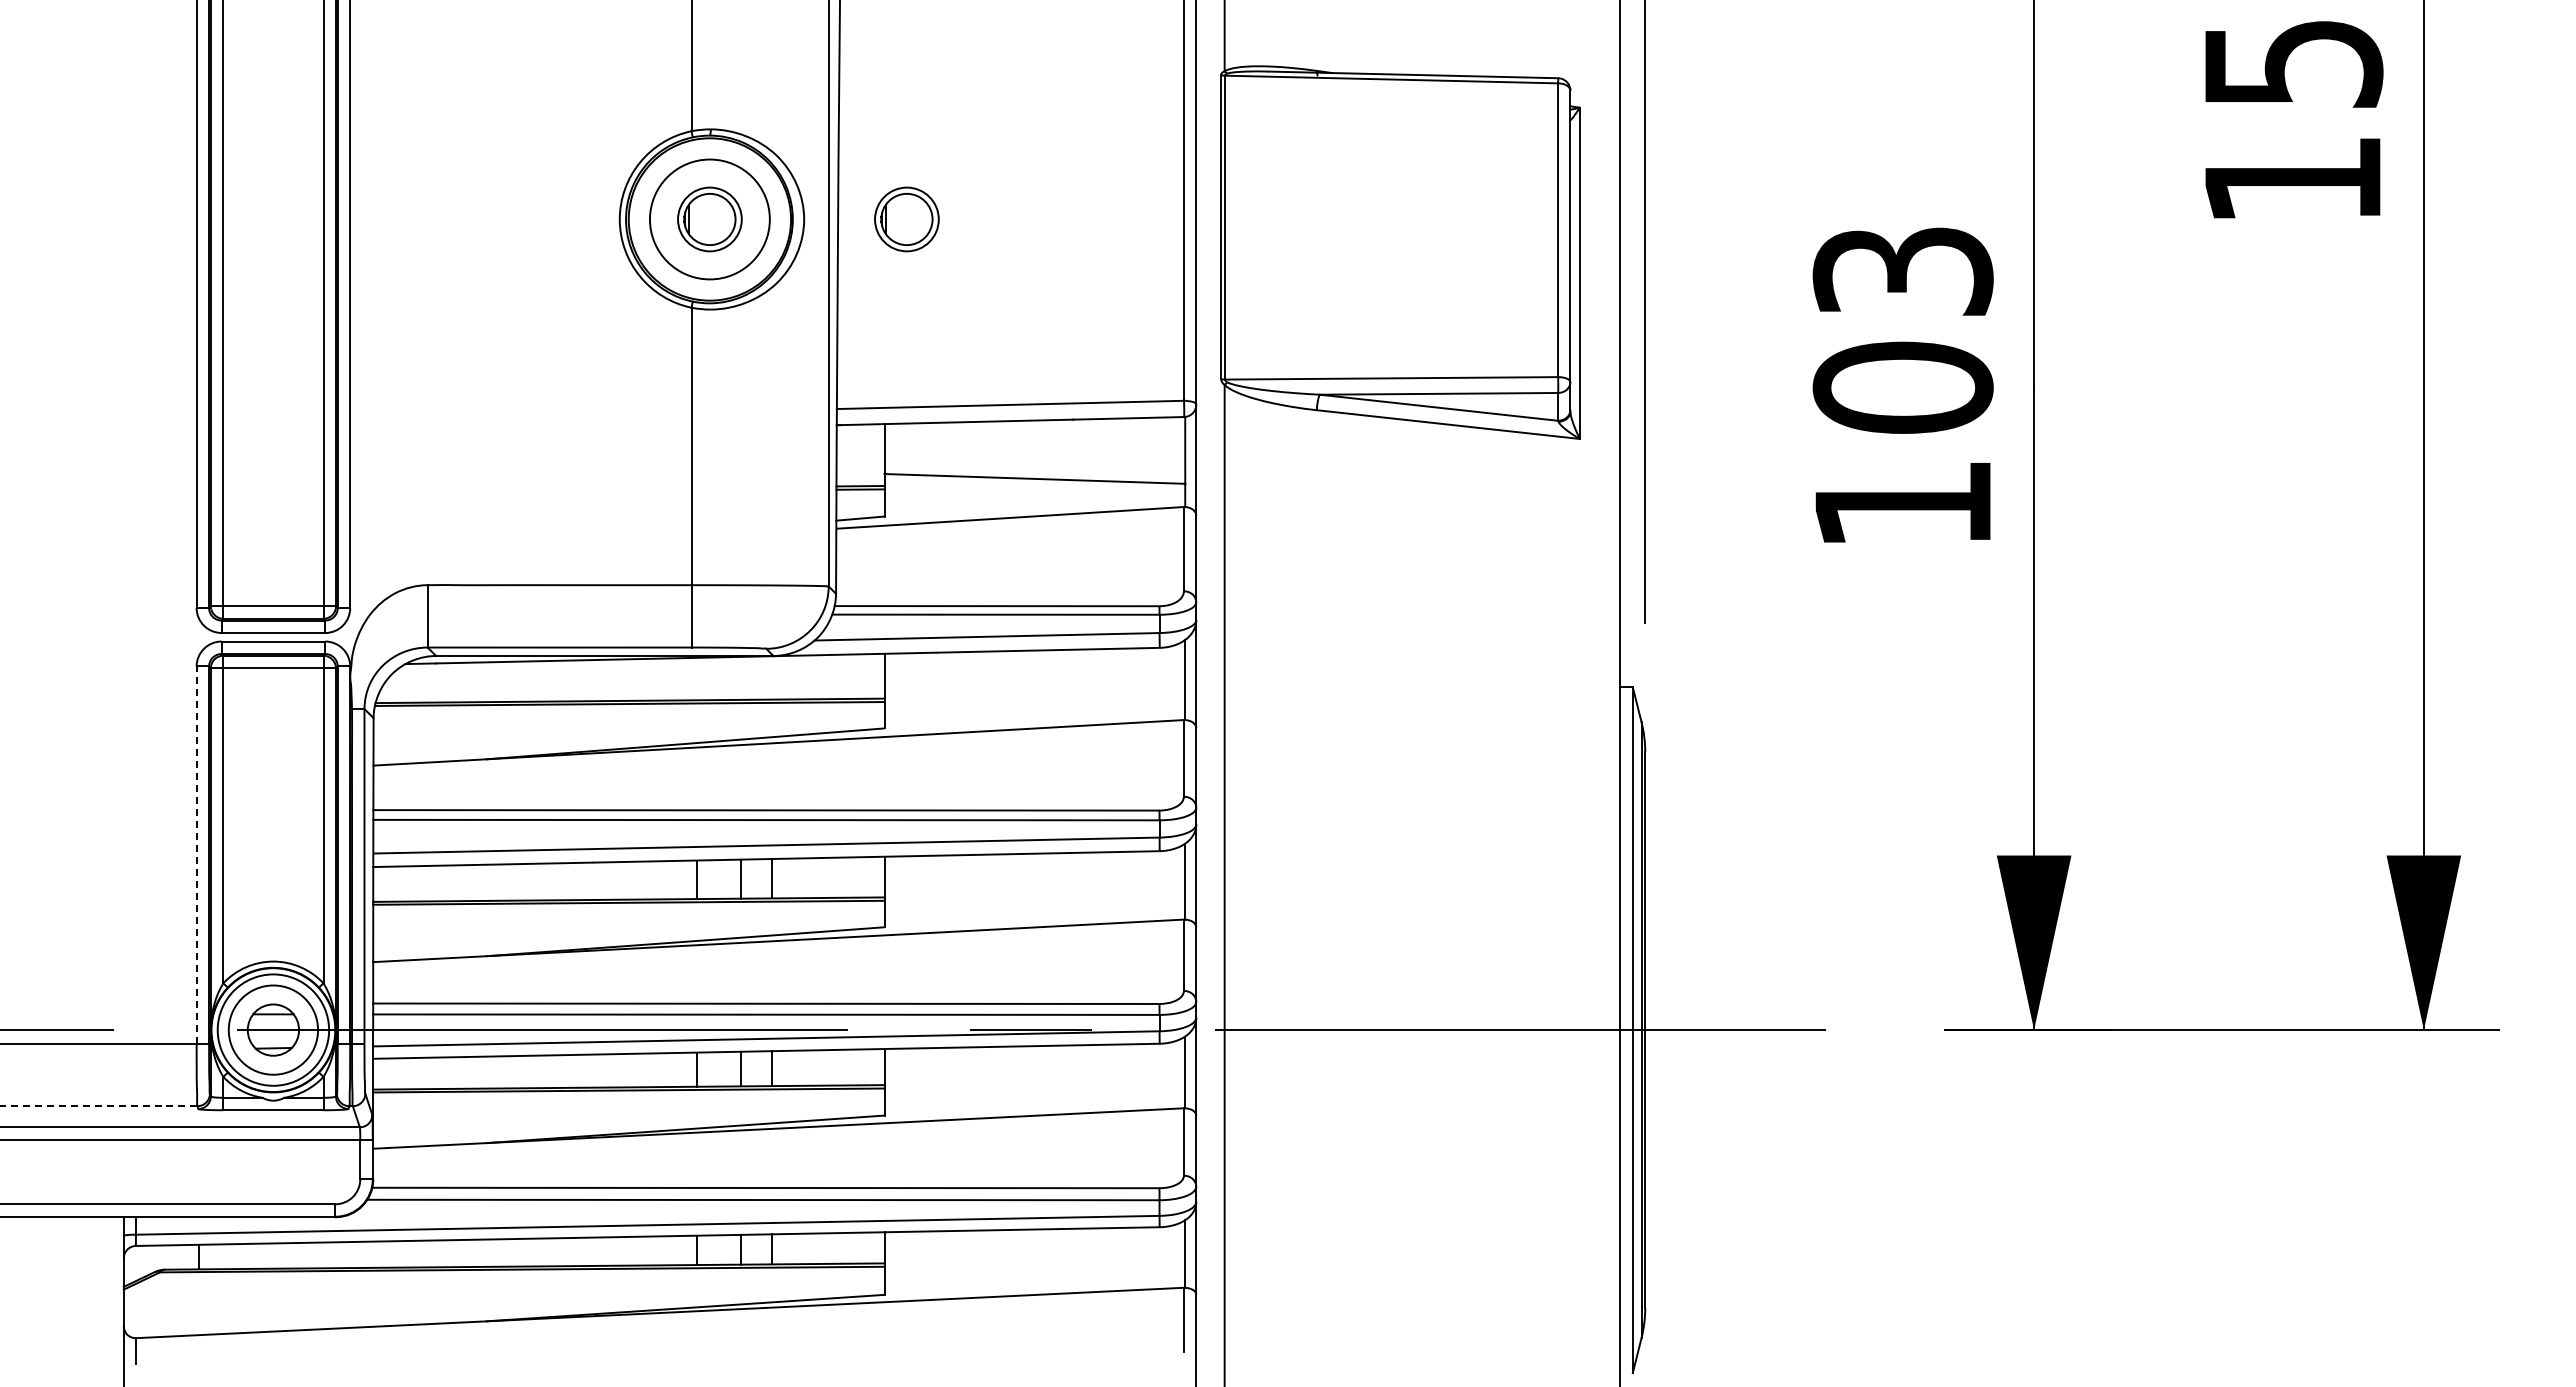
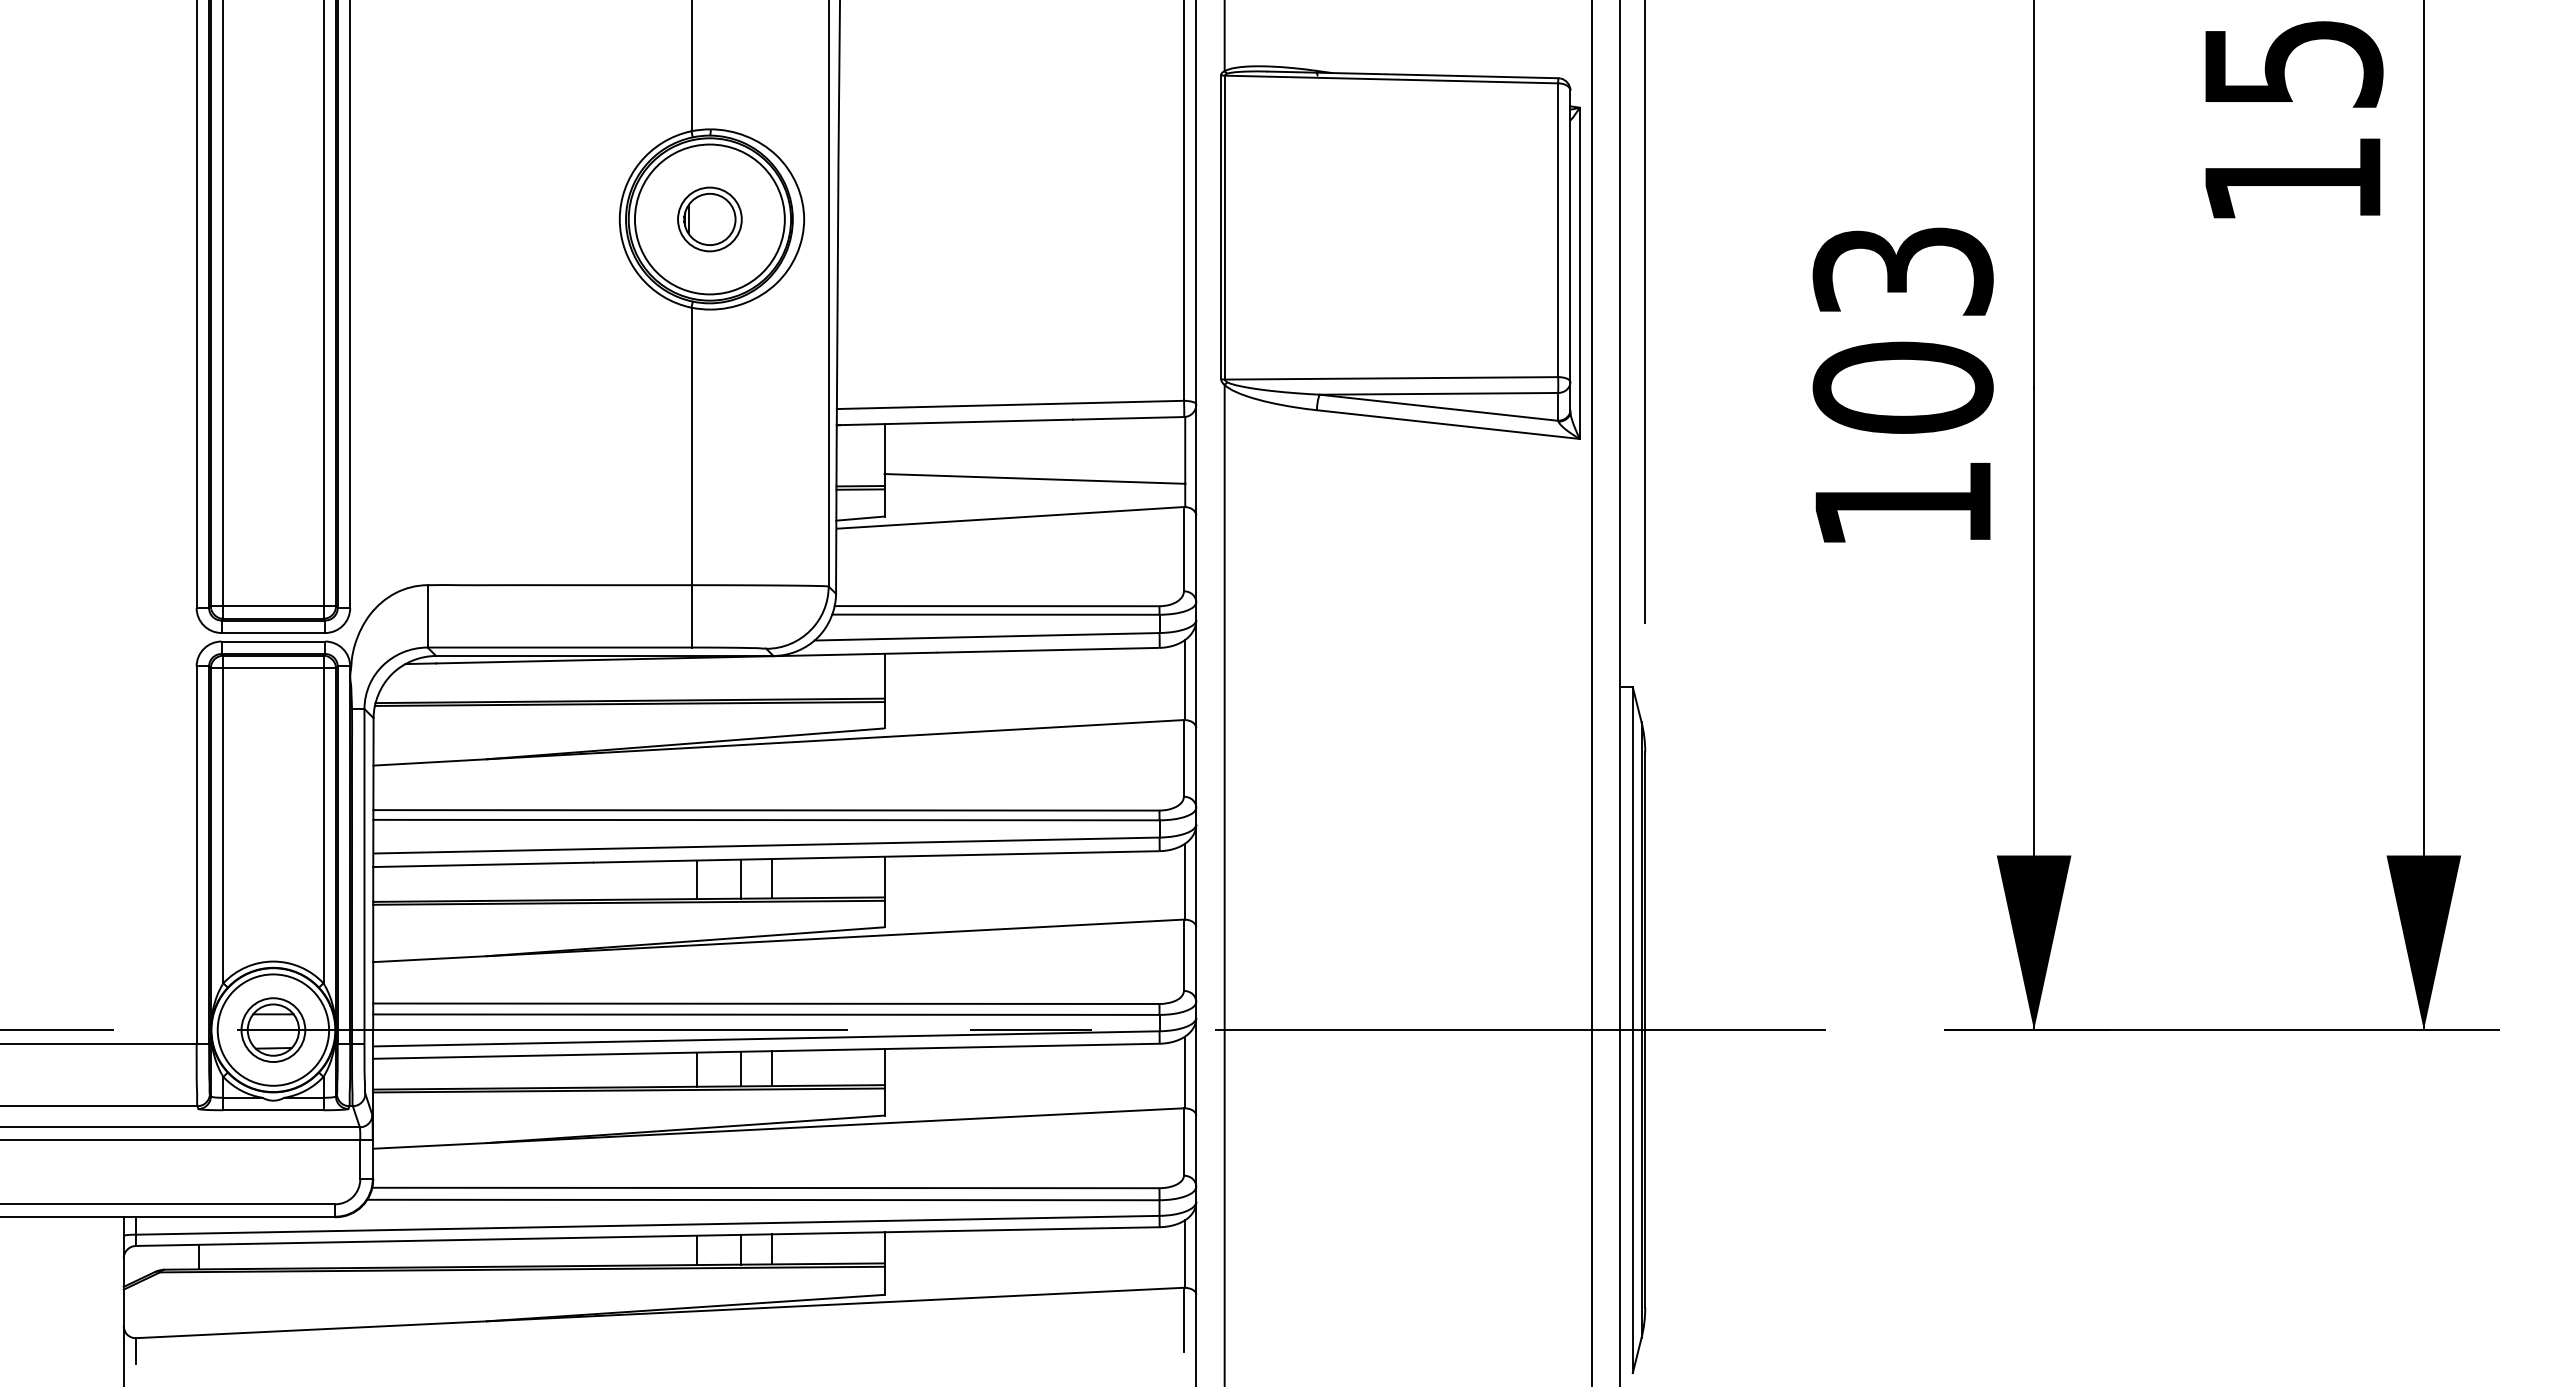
circle at (709, 219) diameter: 120 px -> 150 px
part at (906, 219): present -> none
line at (1591, 692): none -> present
line at (196, 855): dashed -> solid
circle at (273, 1029) diameter: 89 px -> 64 px
line at (98, 1106): dashed -> solid
